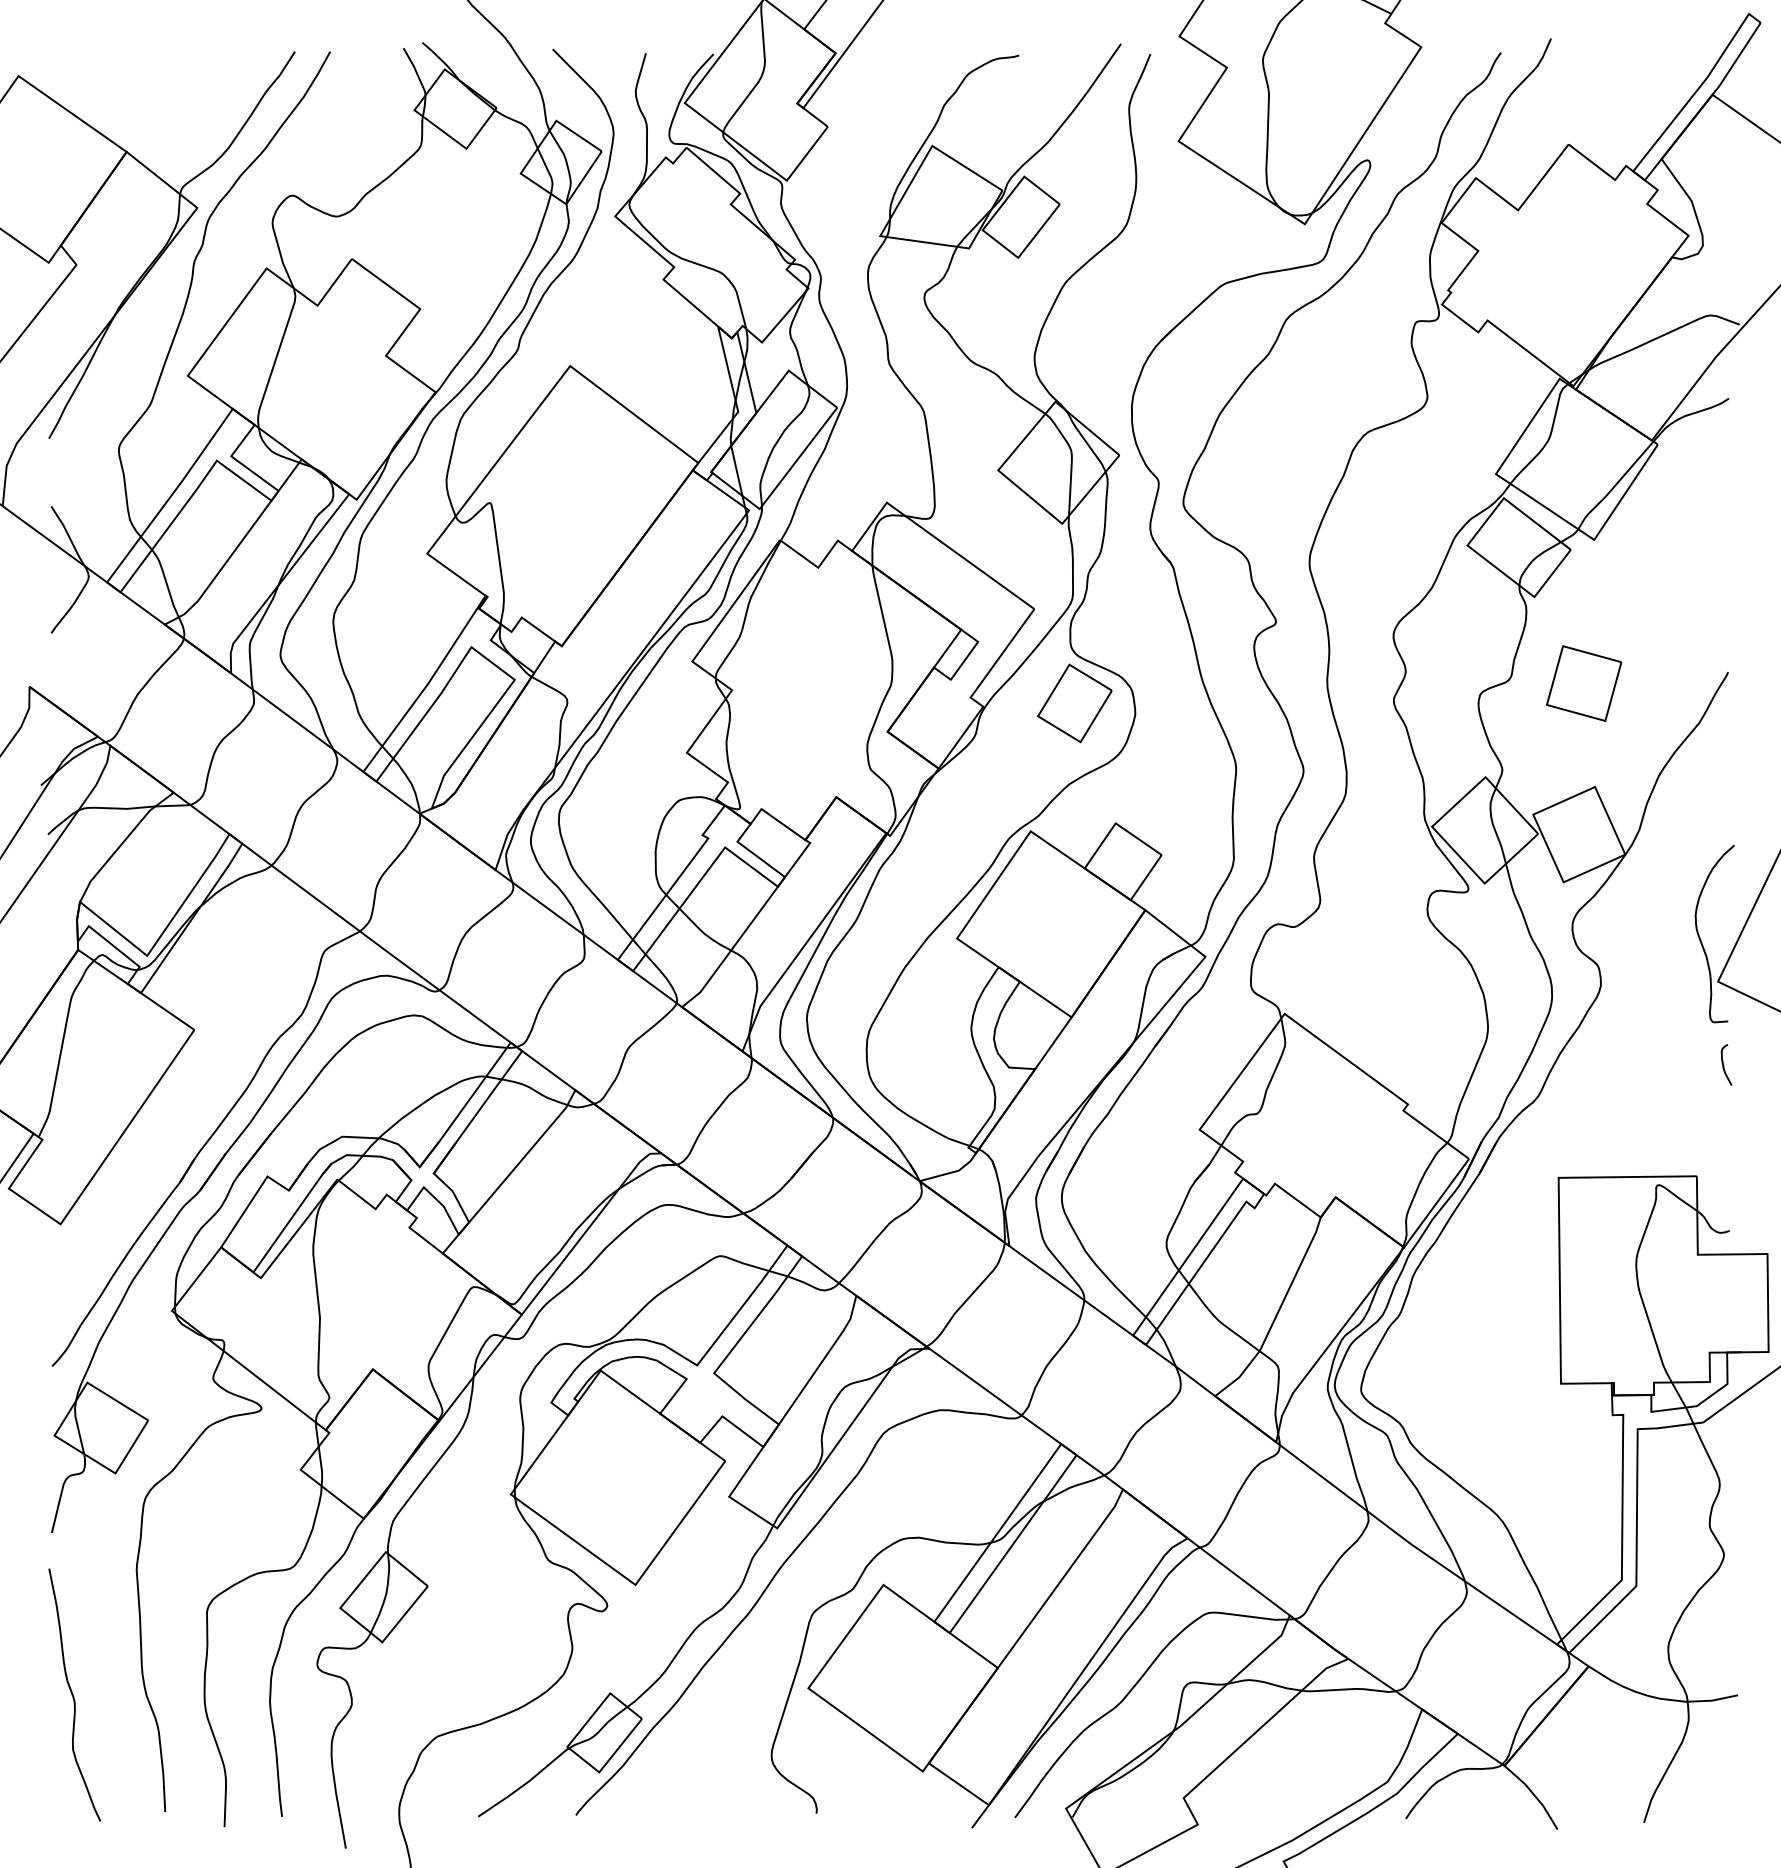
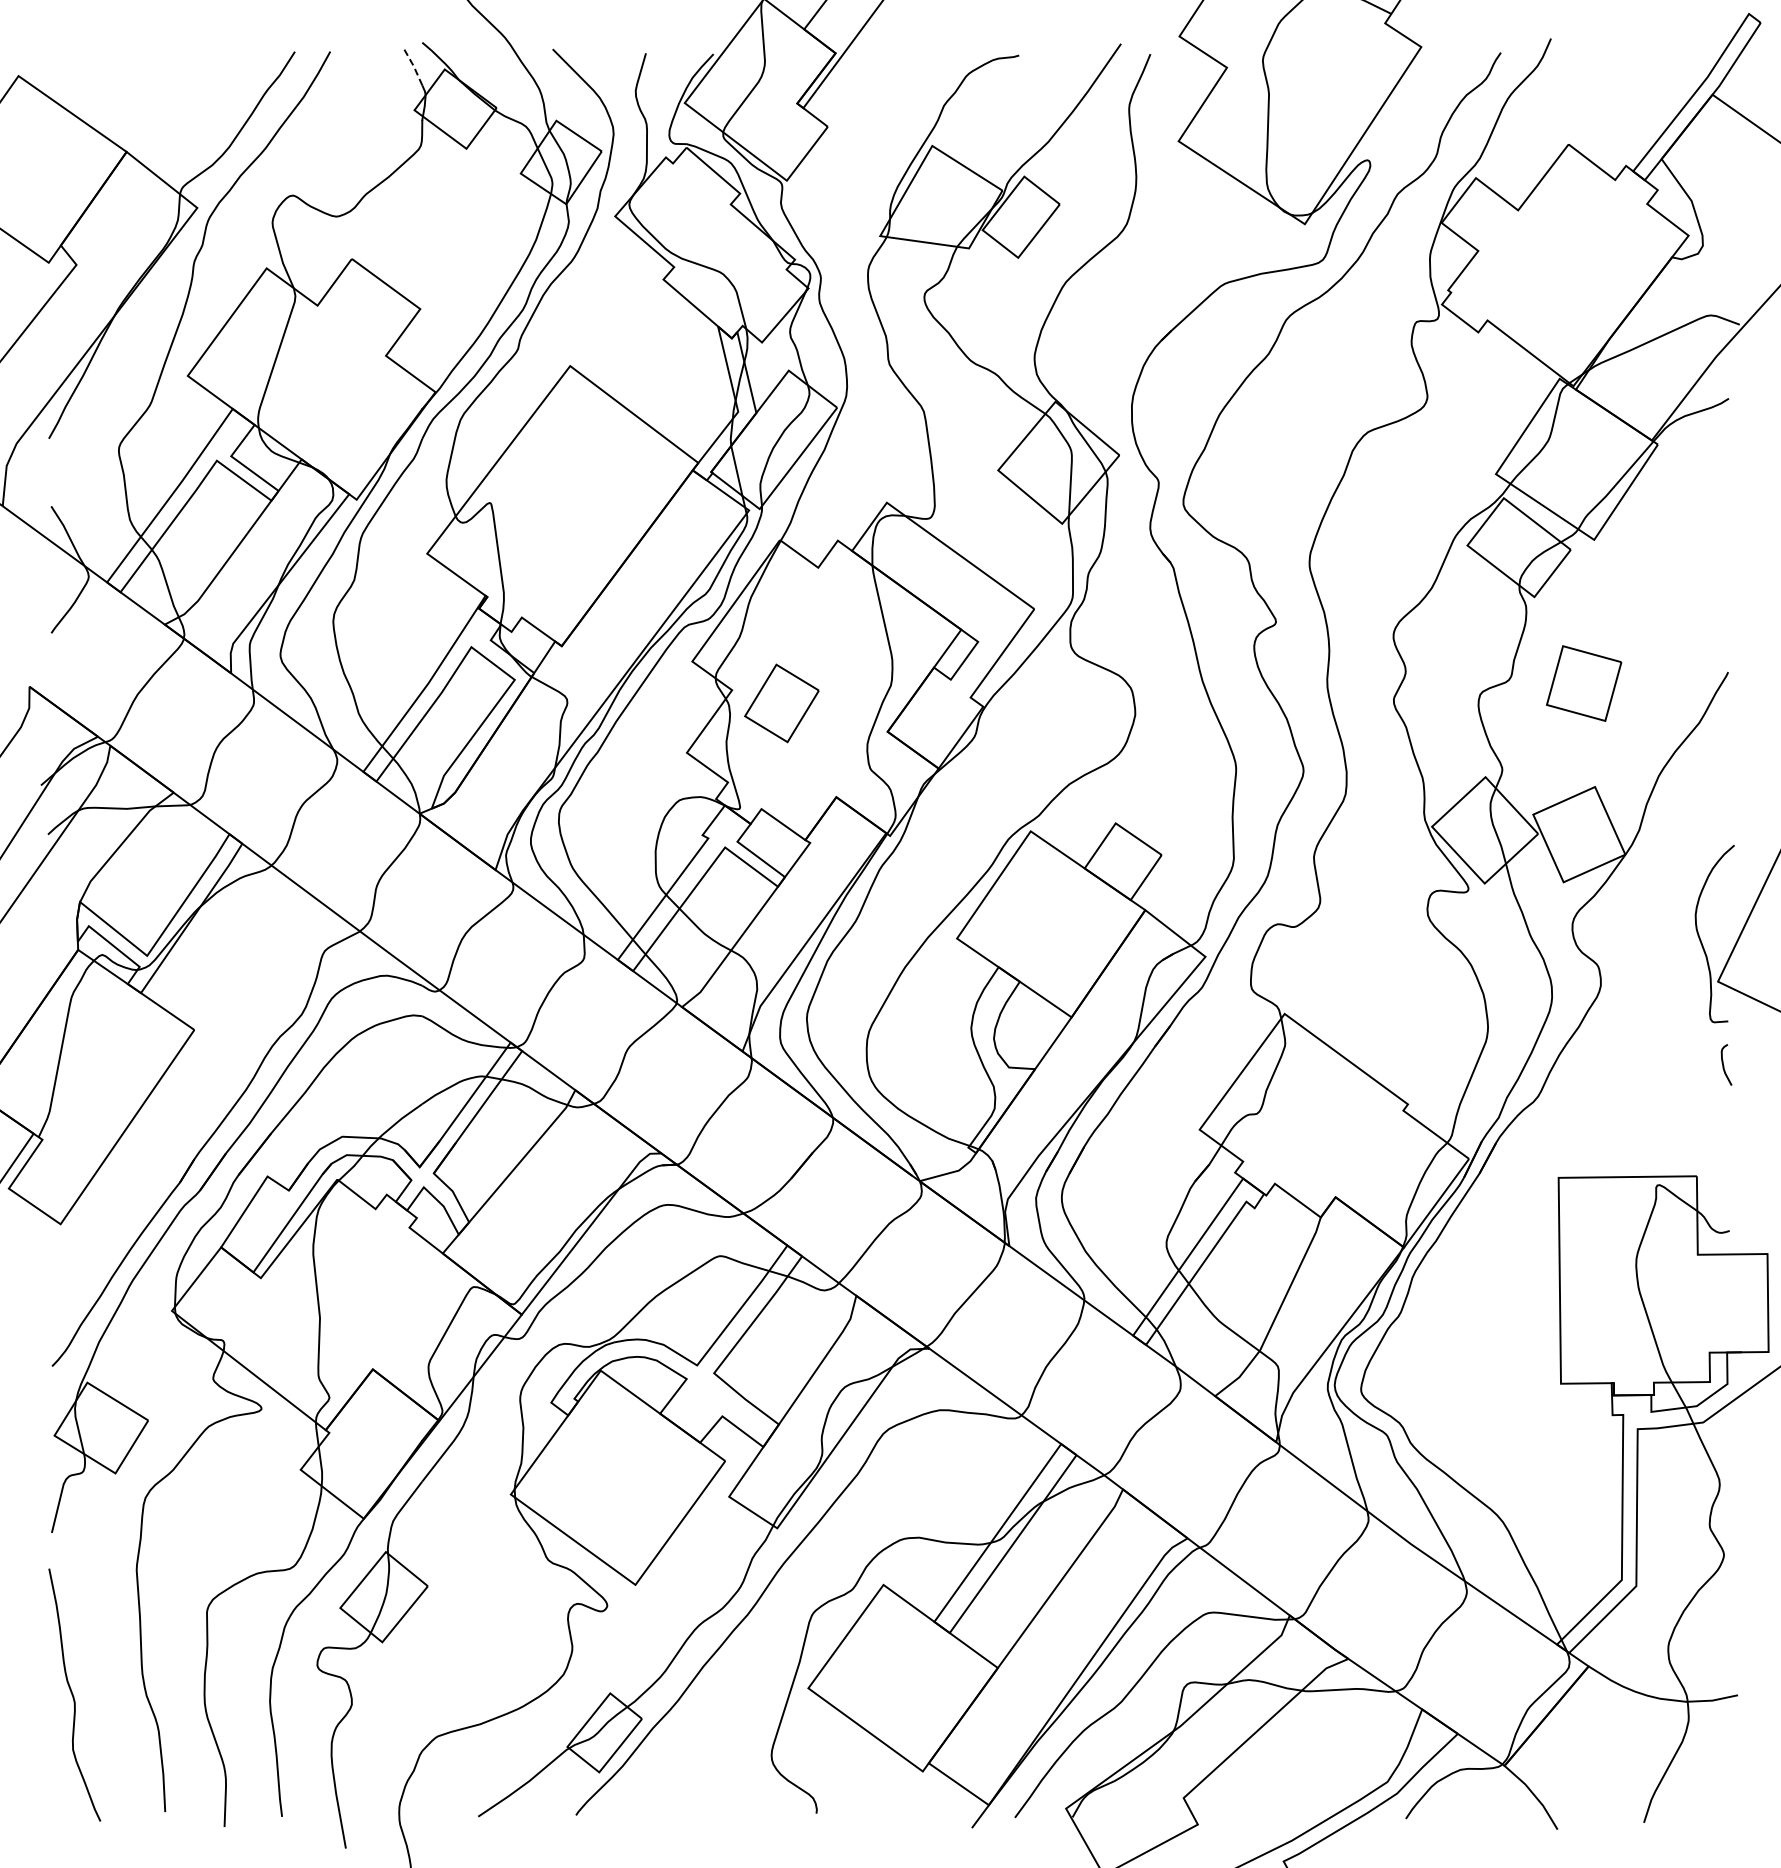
line at (413, 66): solid -> dashed
part at (1074, 703) position: (1074, 703) -> (781, 703)
